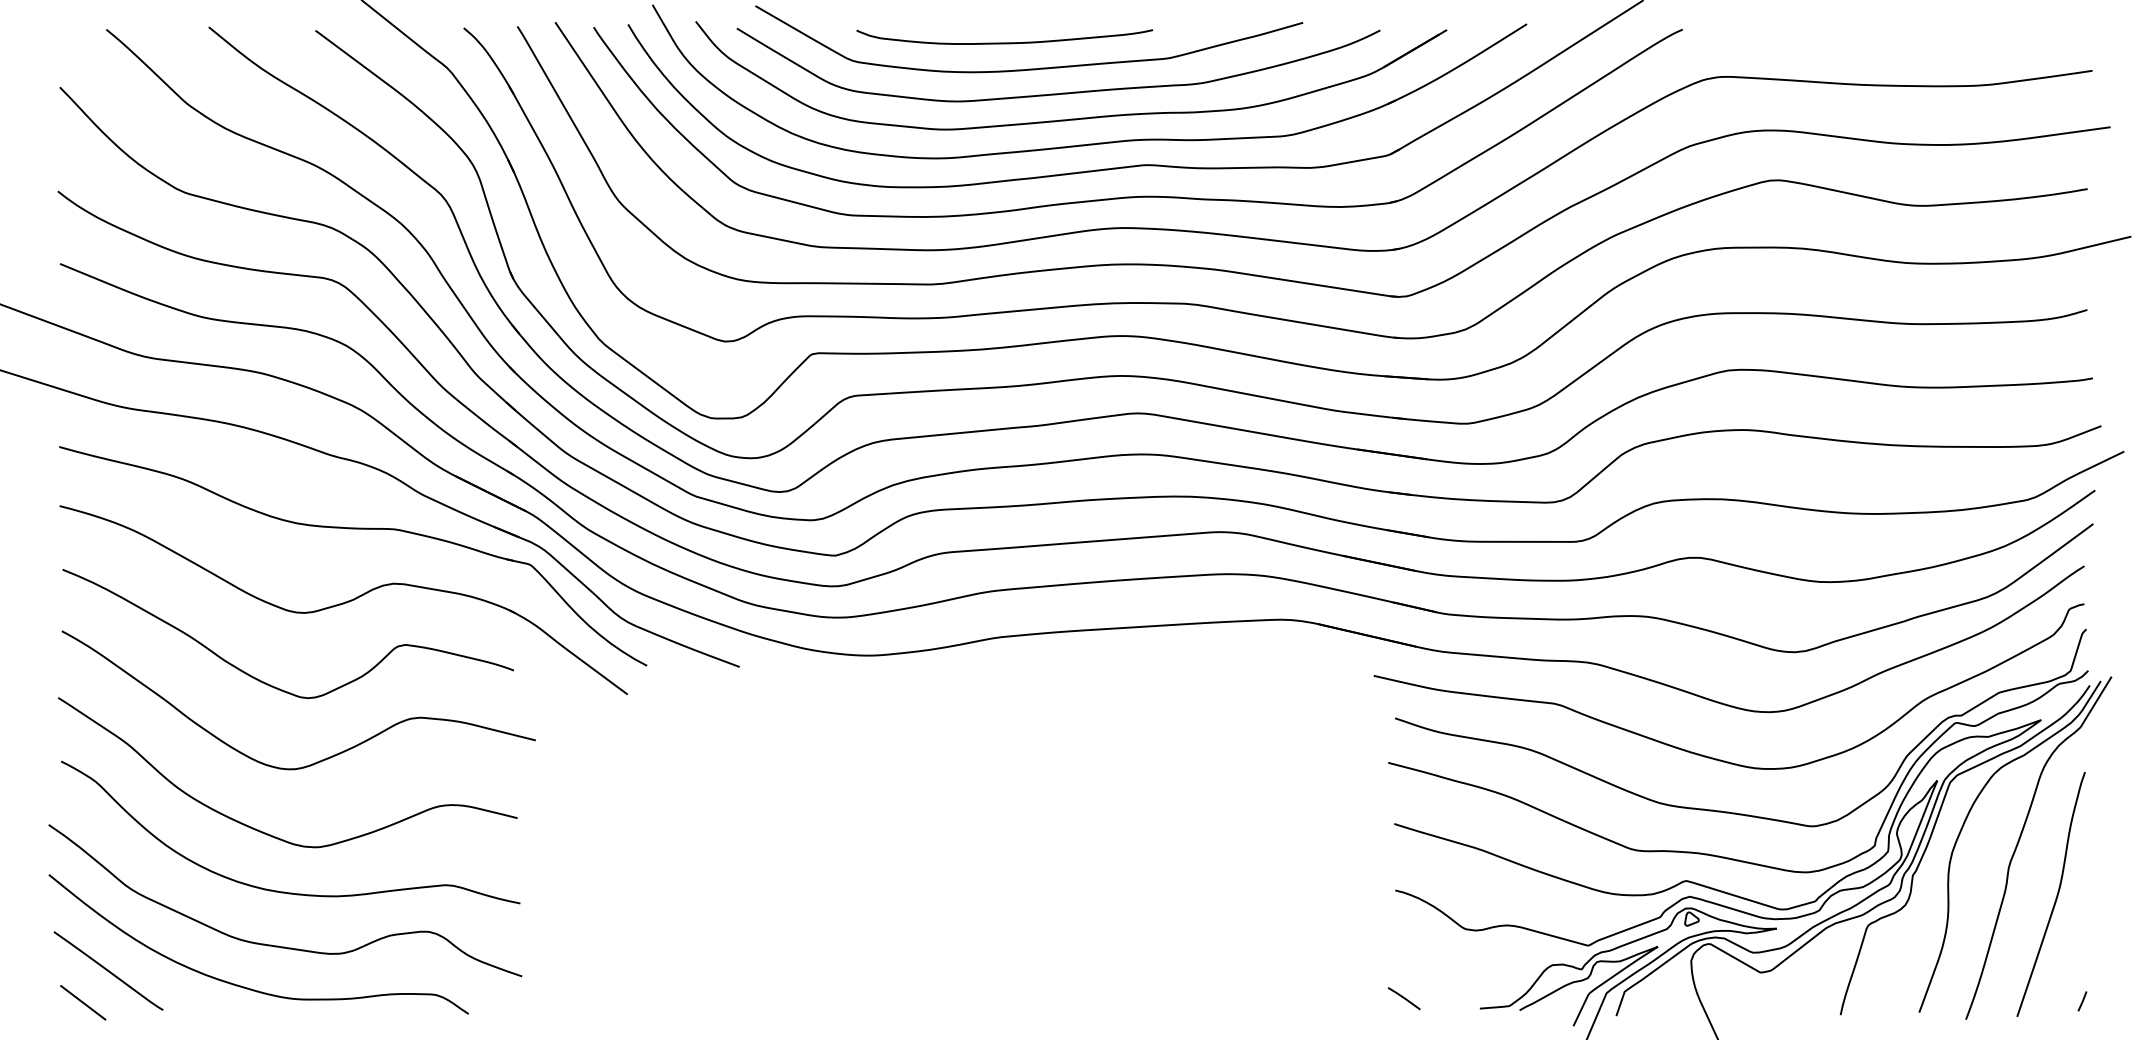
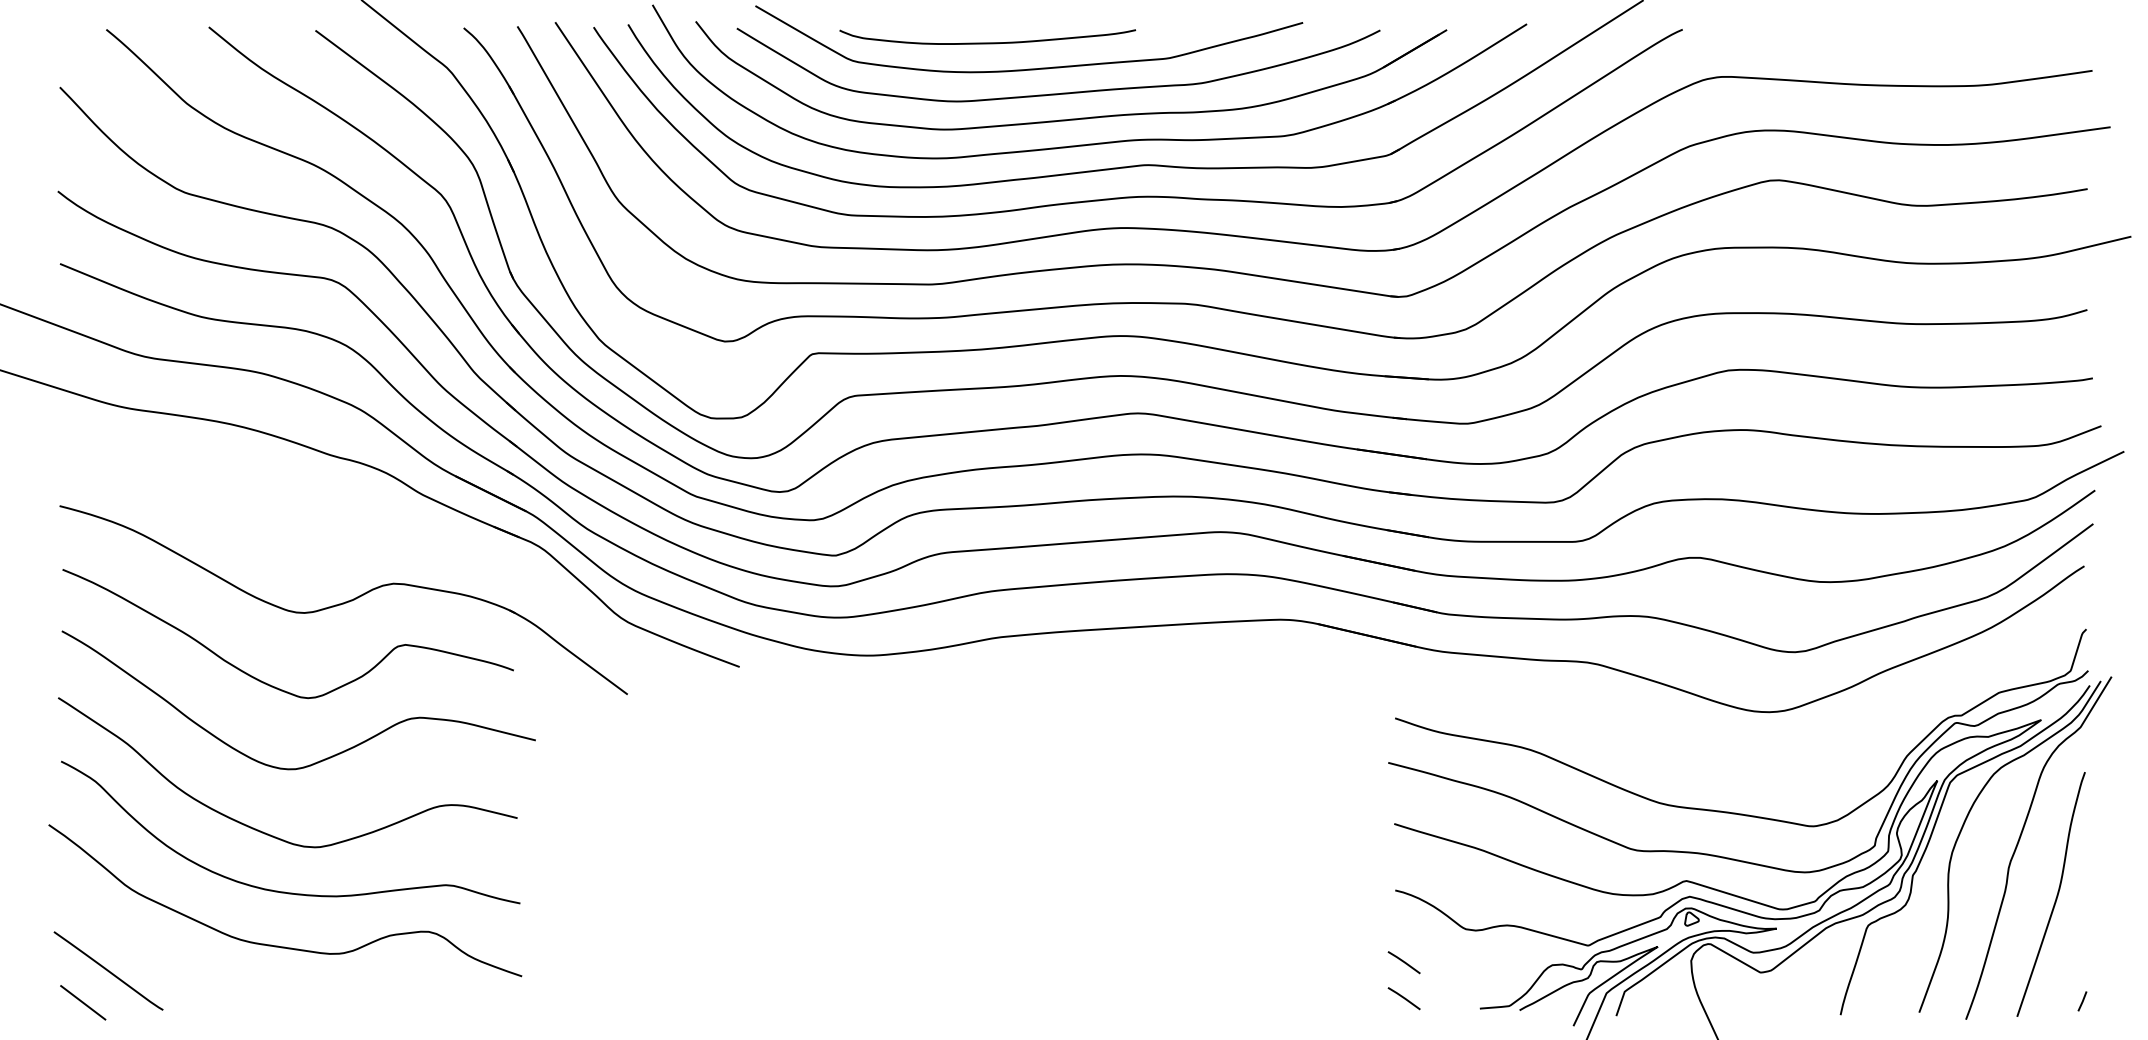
curve at (1004, 42) position: (1004, 42) -> (987, 42)
part at (353, 529): present -> none
curve at (1706, 755): present -> none
line at (1403, 962): none -> present
curve at (248, 987): present -> none
